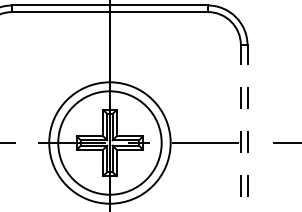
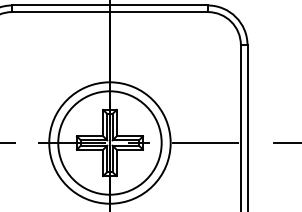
line at (240, 128): dashed -> solid
line at (247, 128): dashed -> solid
